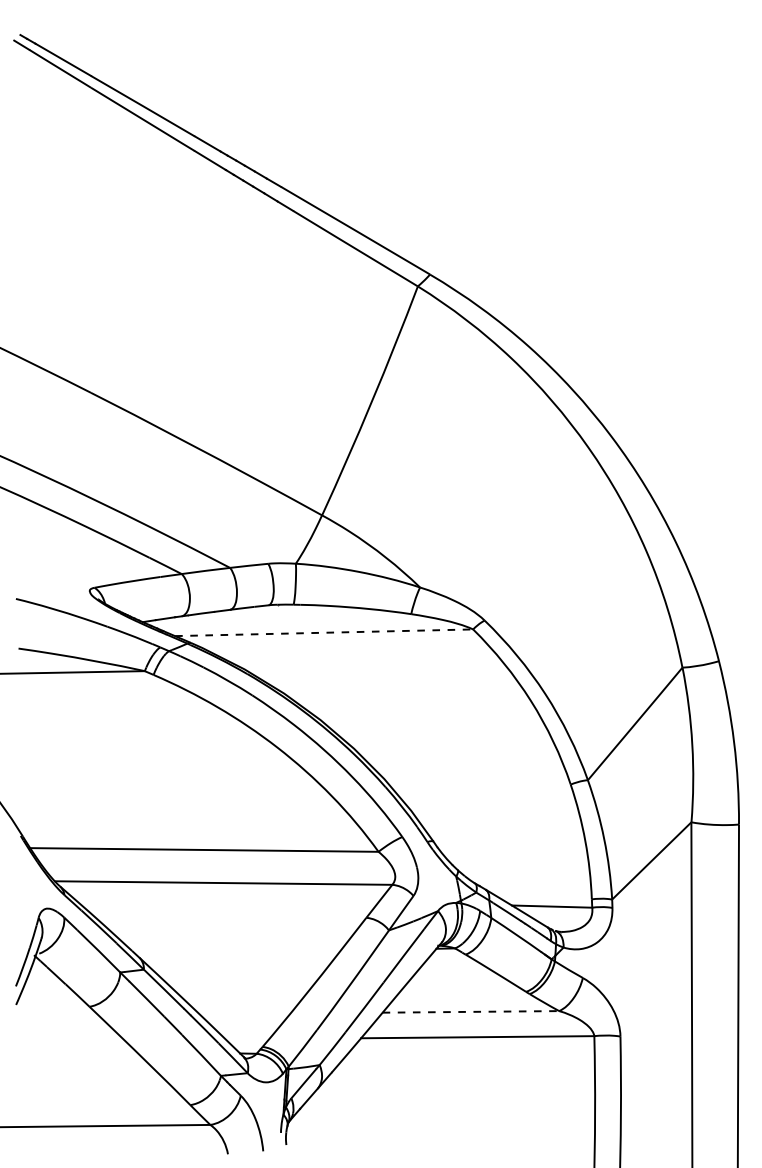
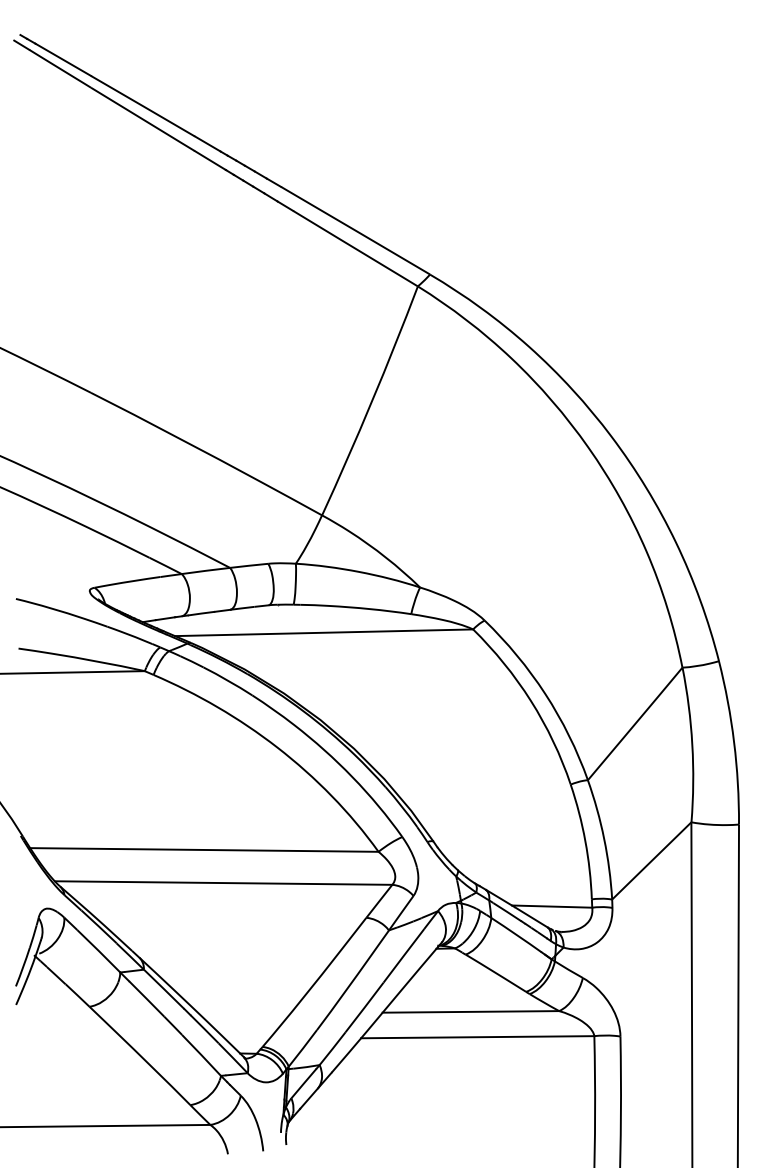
line at (324, 632): dashed -> solid
line at (471, 1011): dashed -> solid
